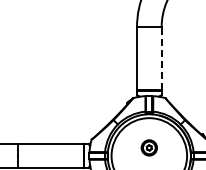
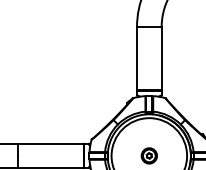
line at (161, 58): dashed -> solid
part at (148, 147) position: (148, 147) -> (148, 155)
